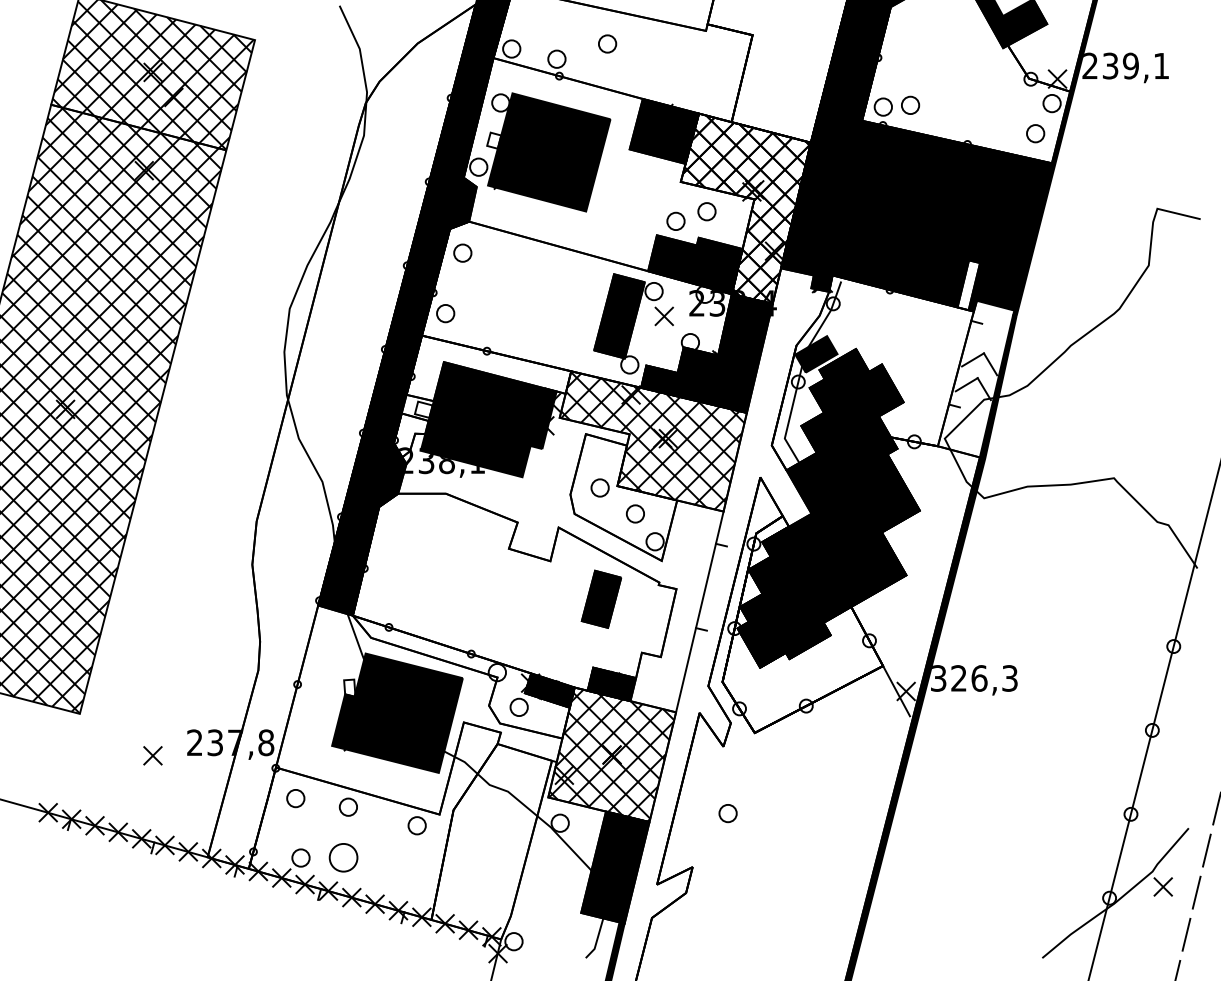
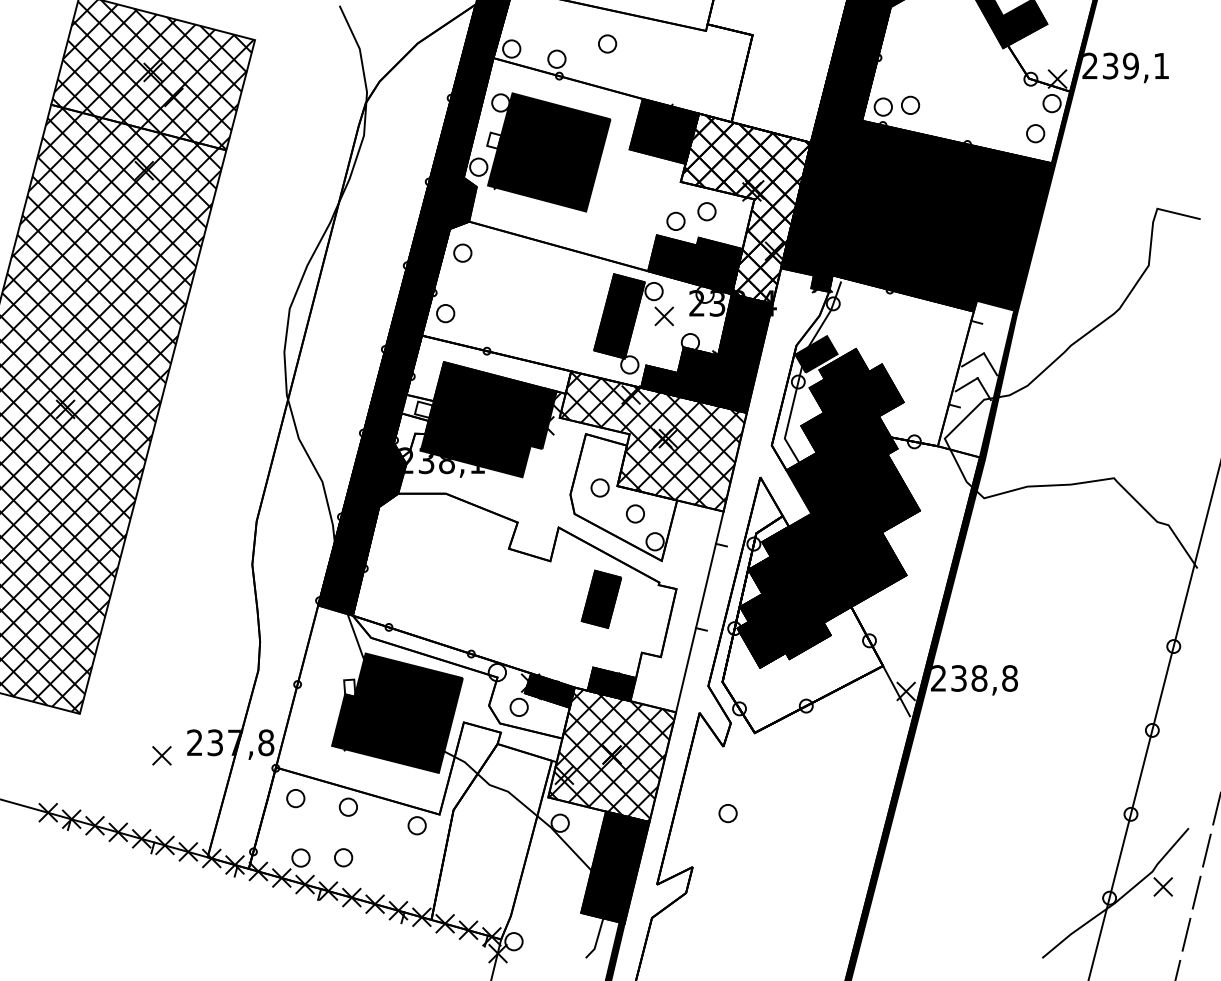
fill at (968, 285): none -> present
text at (974, 678): 326,3 -> 238,8
part at (152, 755) position: (152, 755) -> (161, 755)
circle at (343, 857) diameter: 28 px -> 17 px
